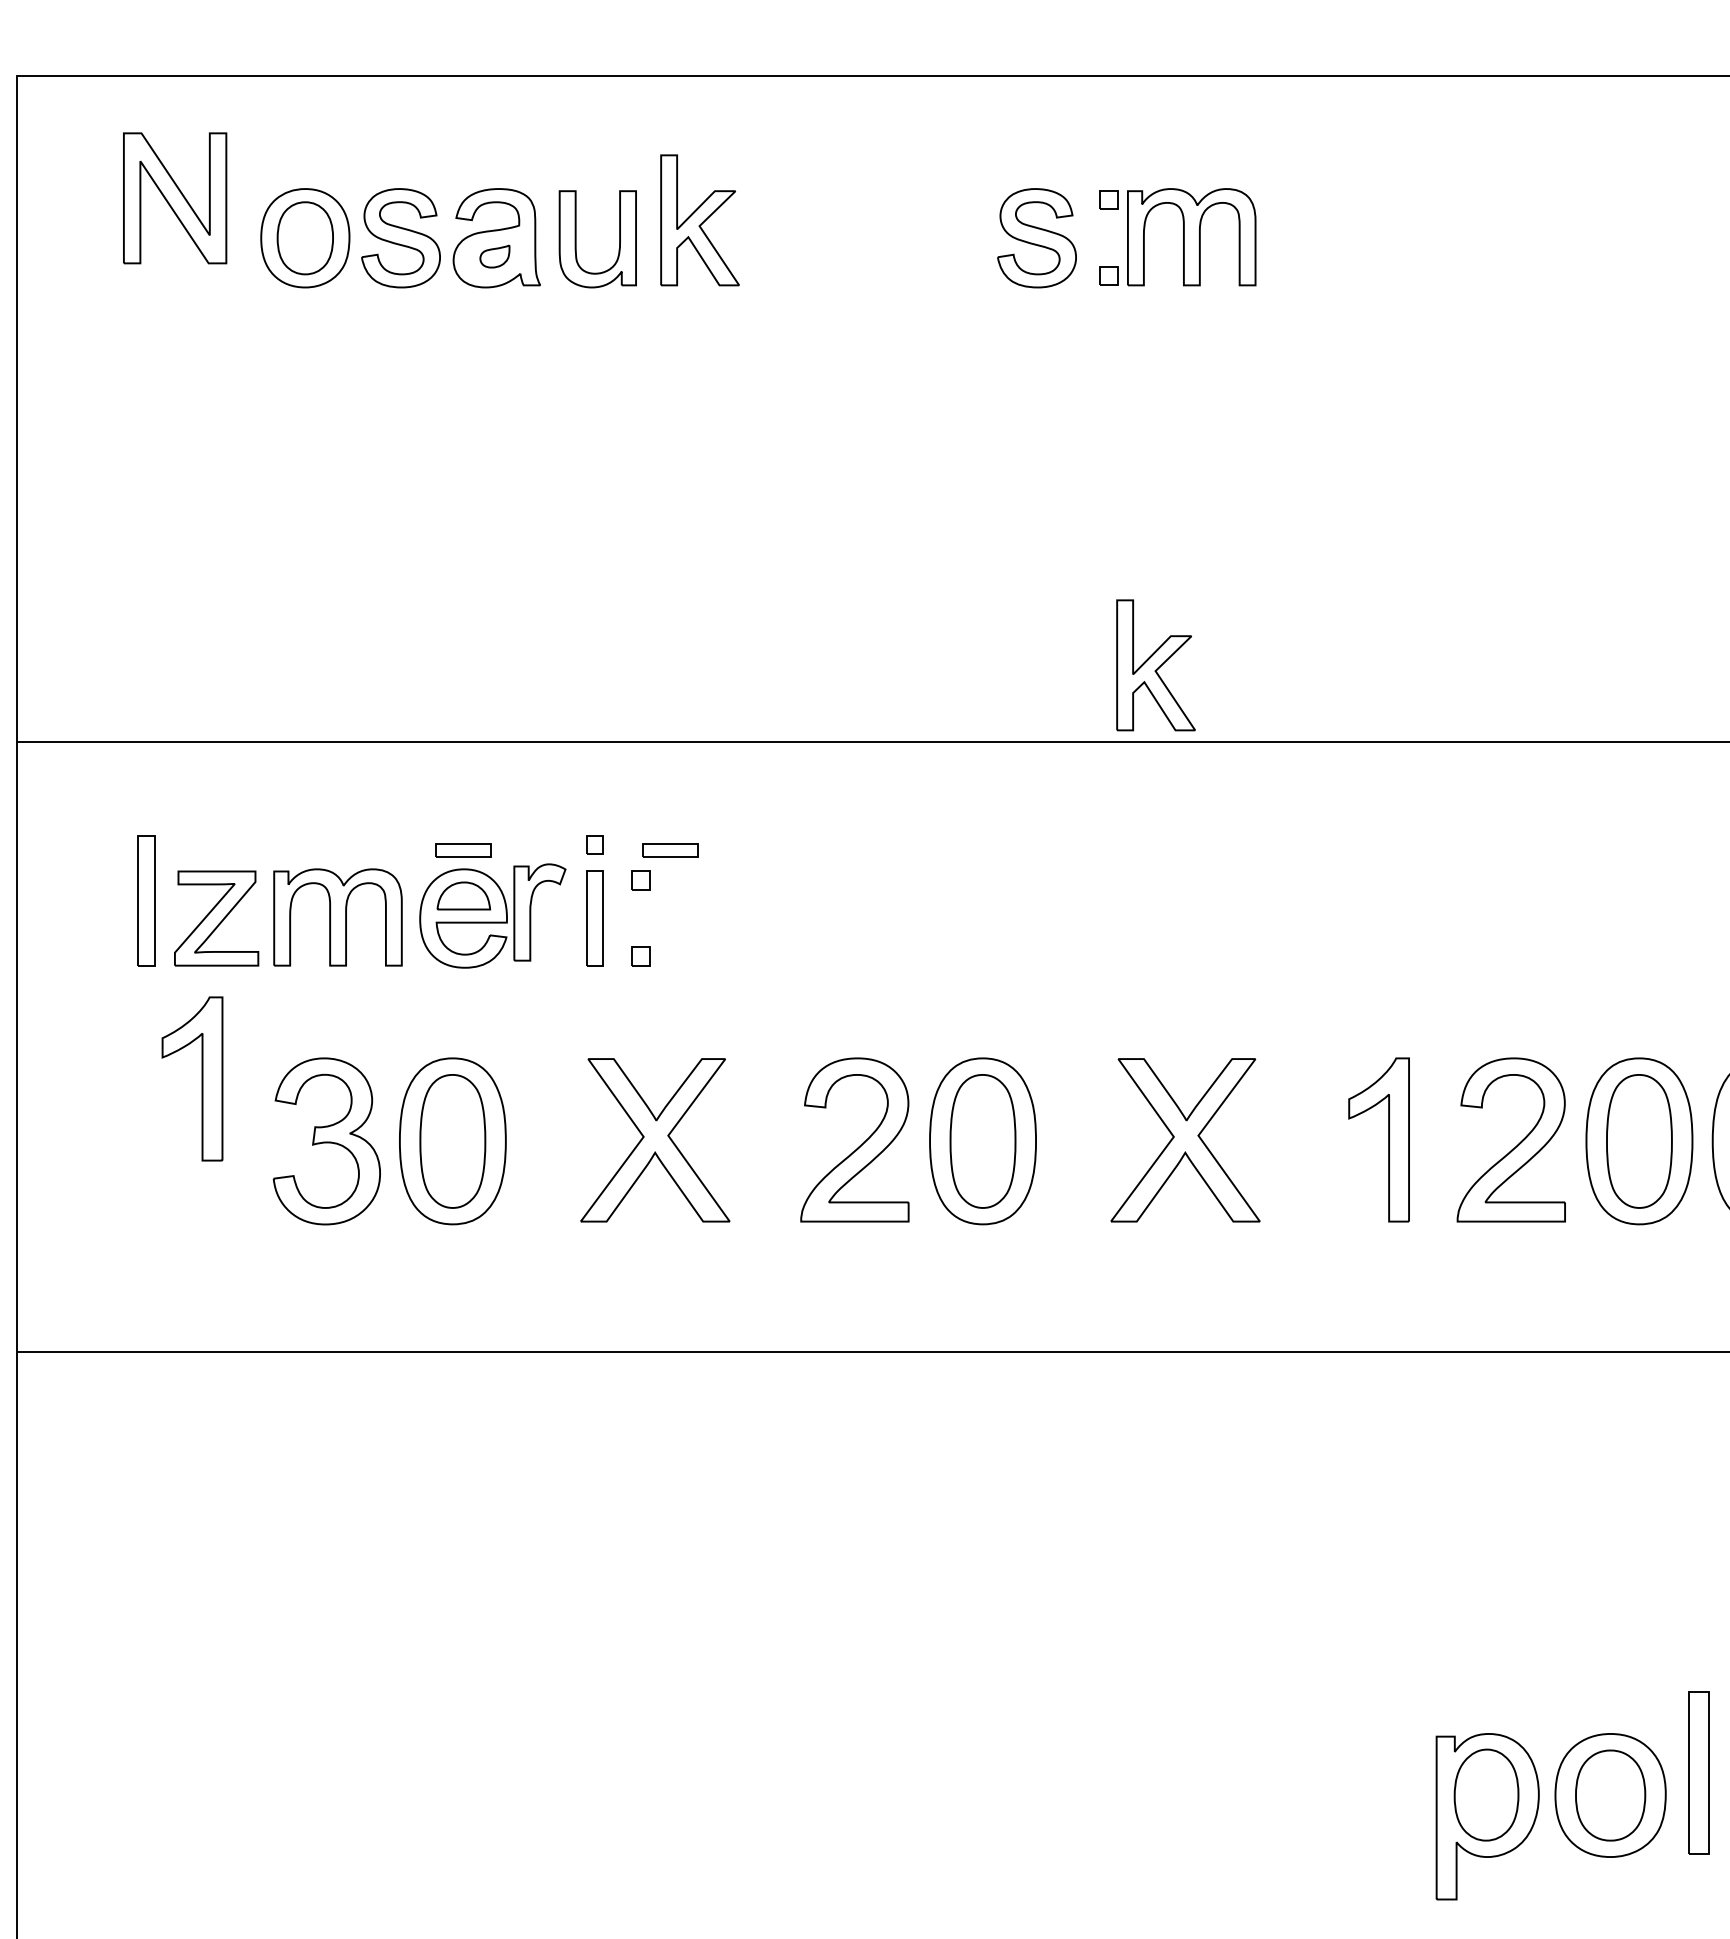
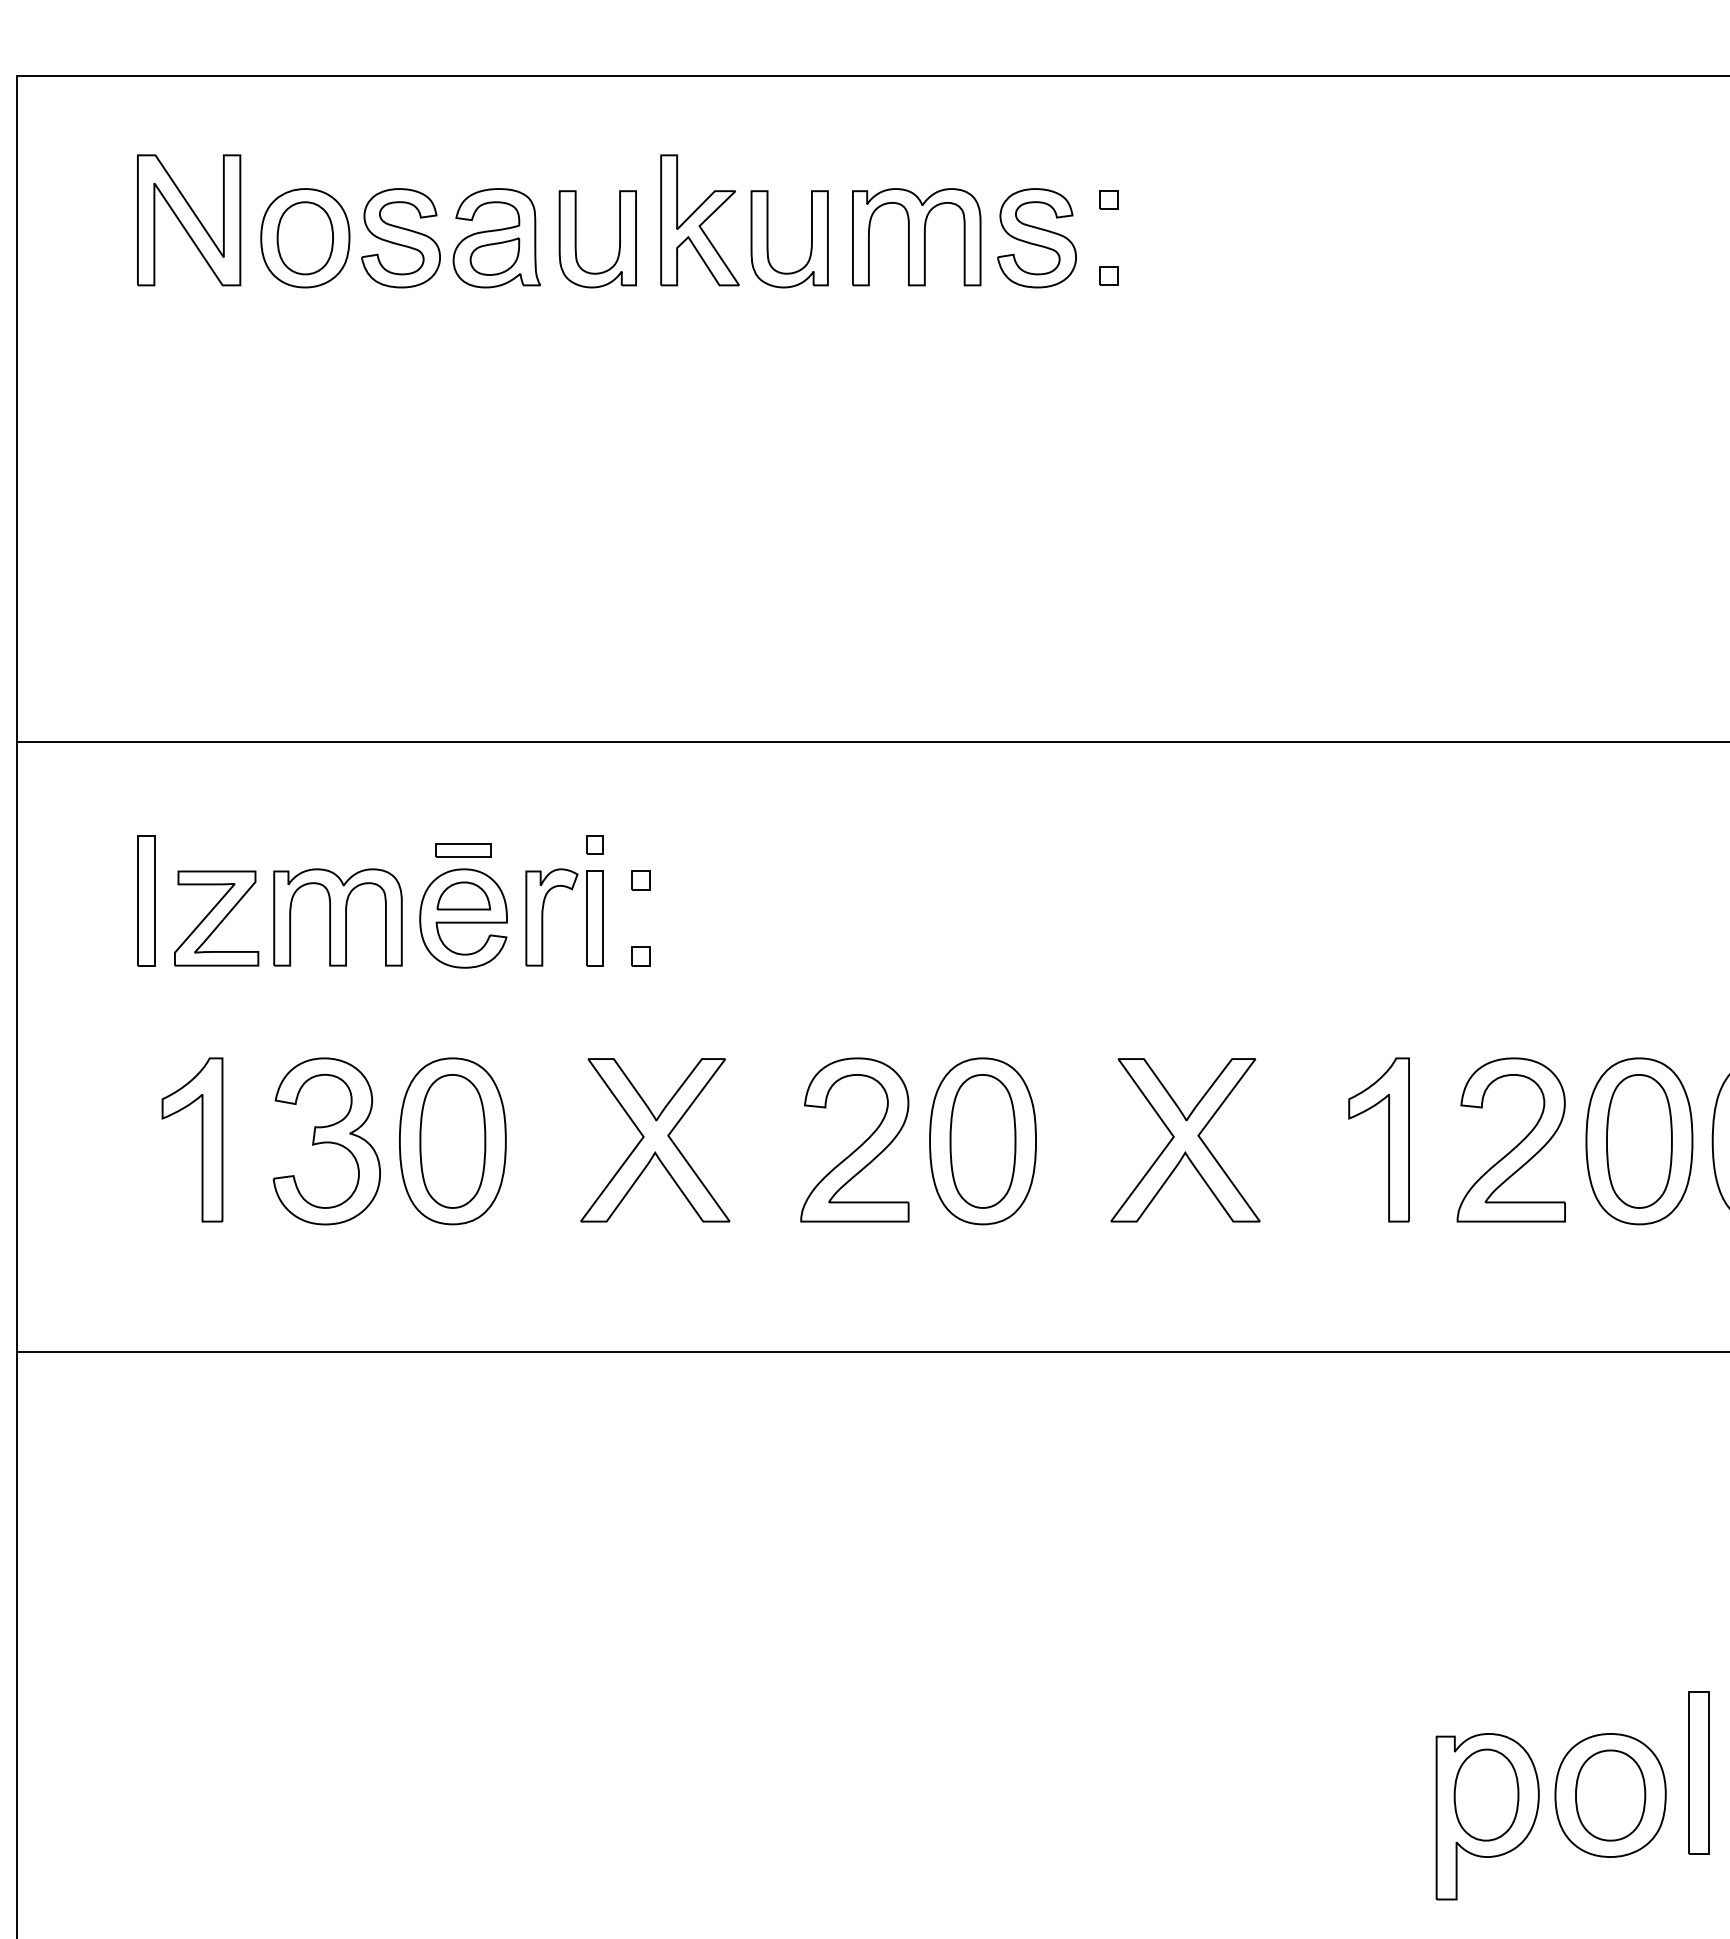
part at (175, 198) position: (175, 198) -> (189, 220)
part at (1191, 237) position: (1191, 237) -> (916, 237)
part at (768, 239): none -> present
part at (494, 256) size: 32x25 px -> 52x39 px
part at (1155, 665): present -> none
part at (670, 850): present -> none
part at (531, 912) position: (531, 912) -> (543, 917)
part at (201, 1078) position: (201, 1078) -> (201, 1139)
